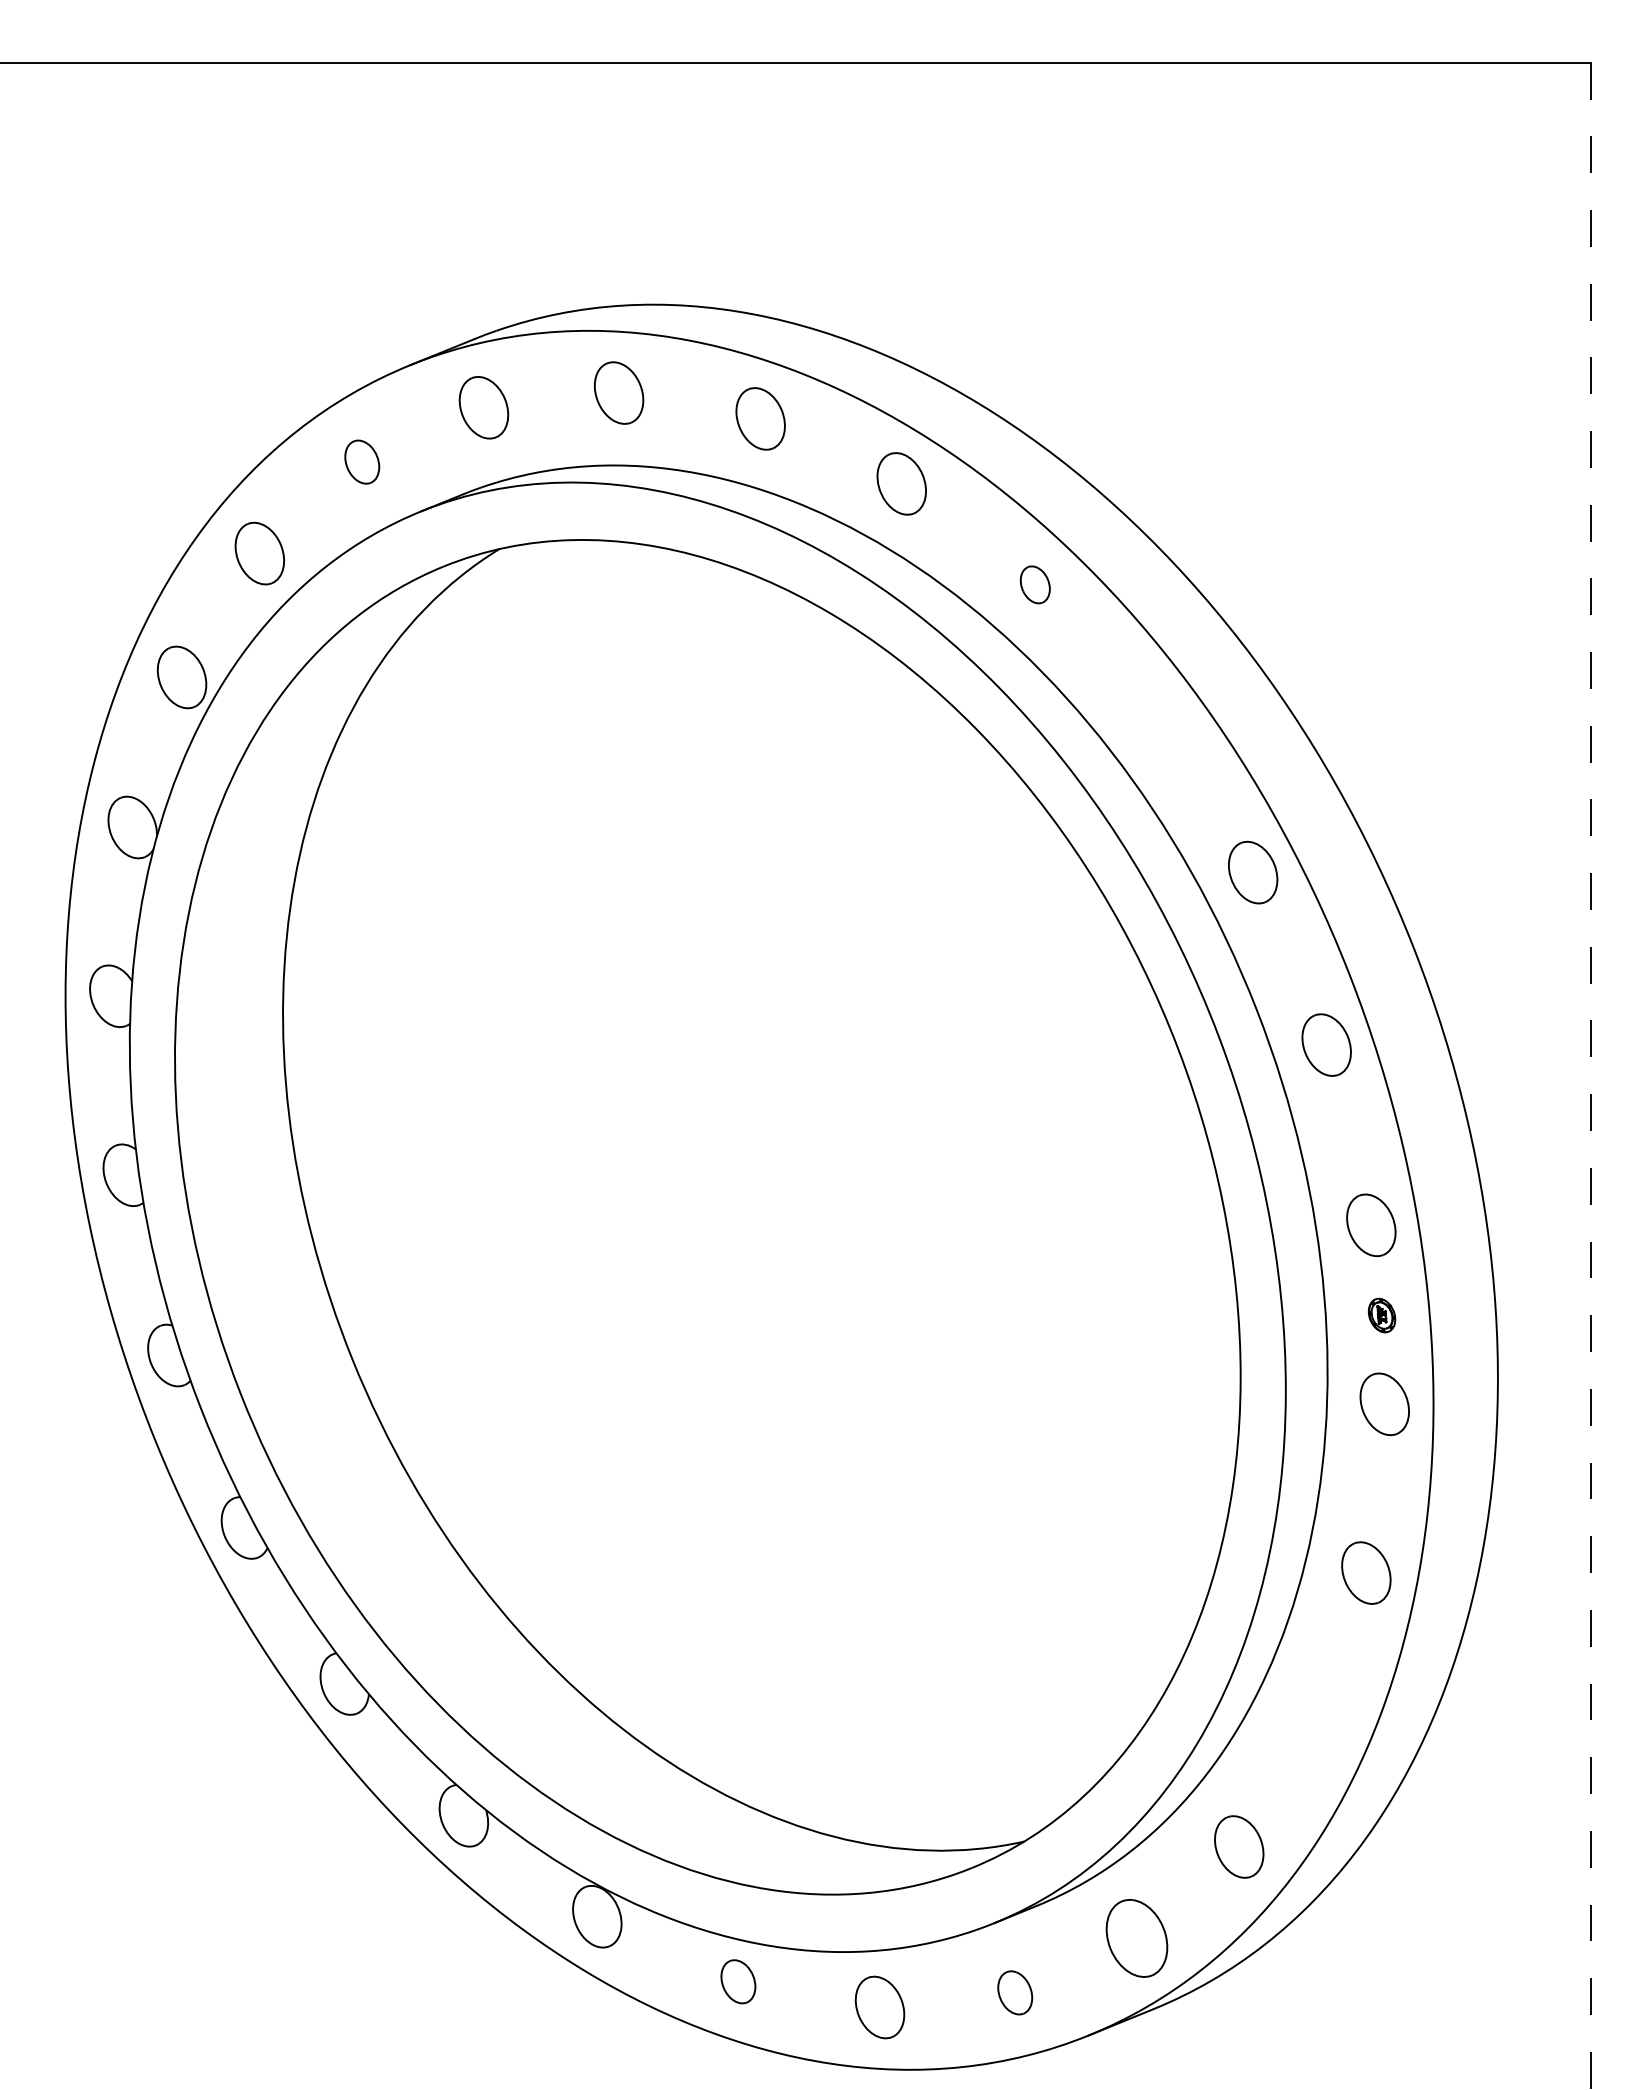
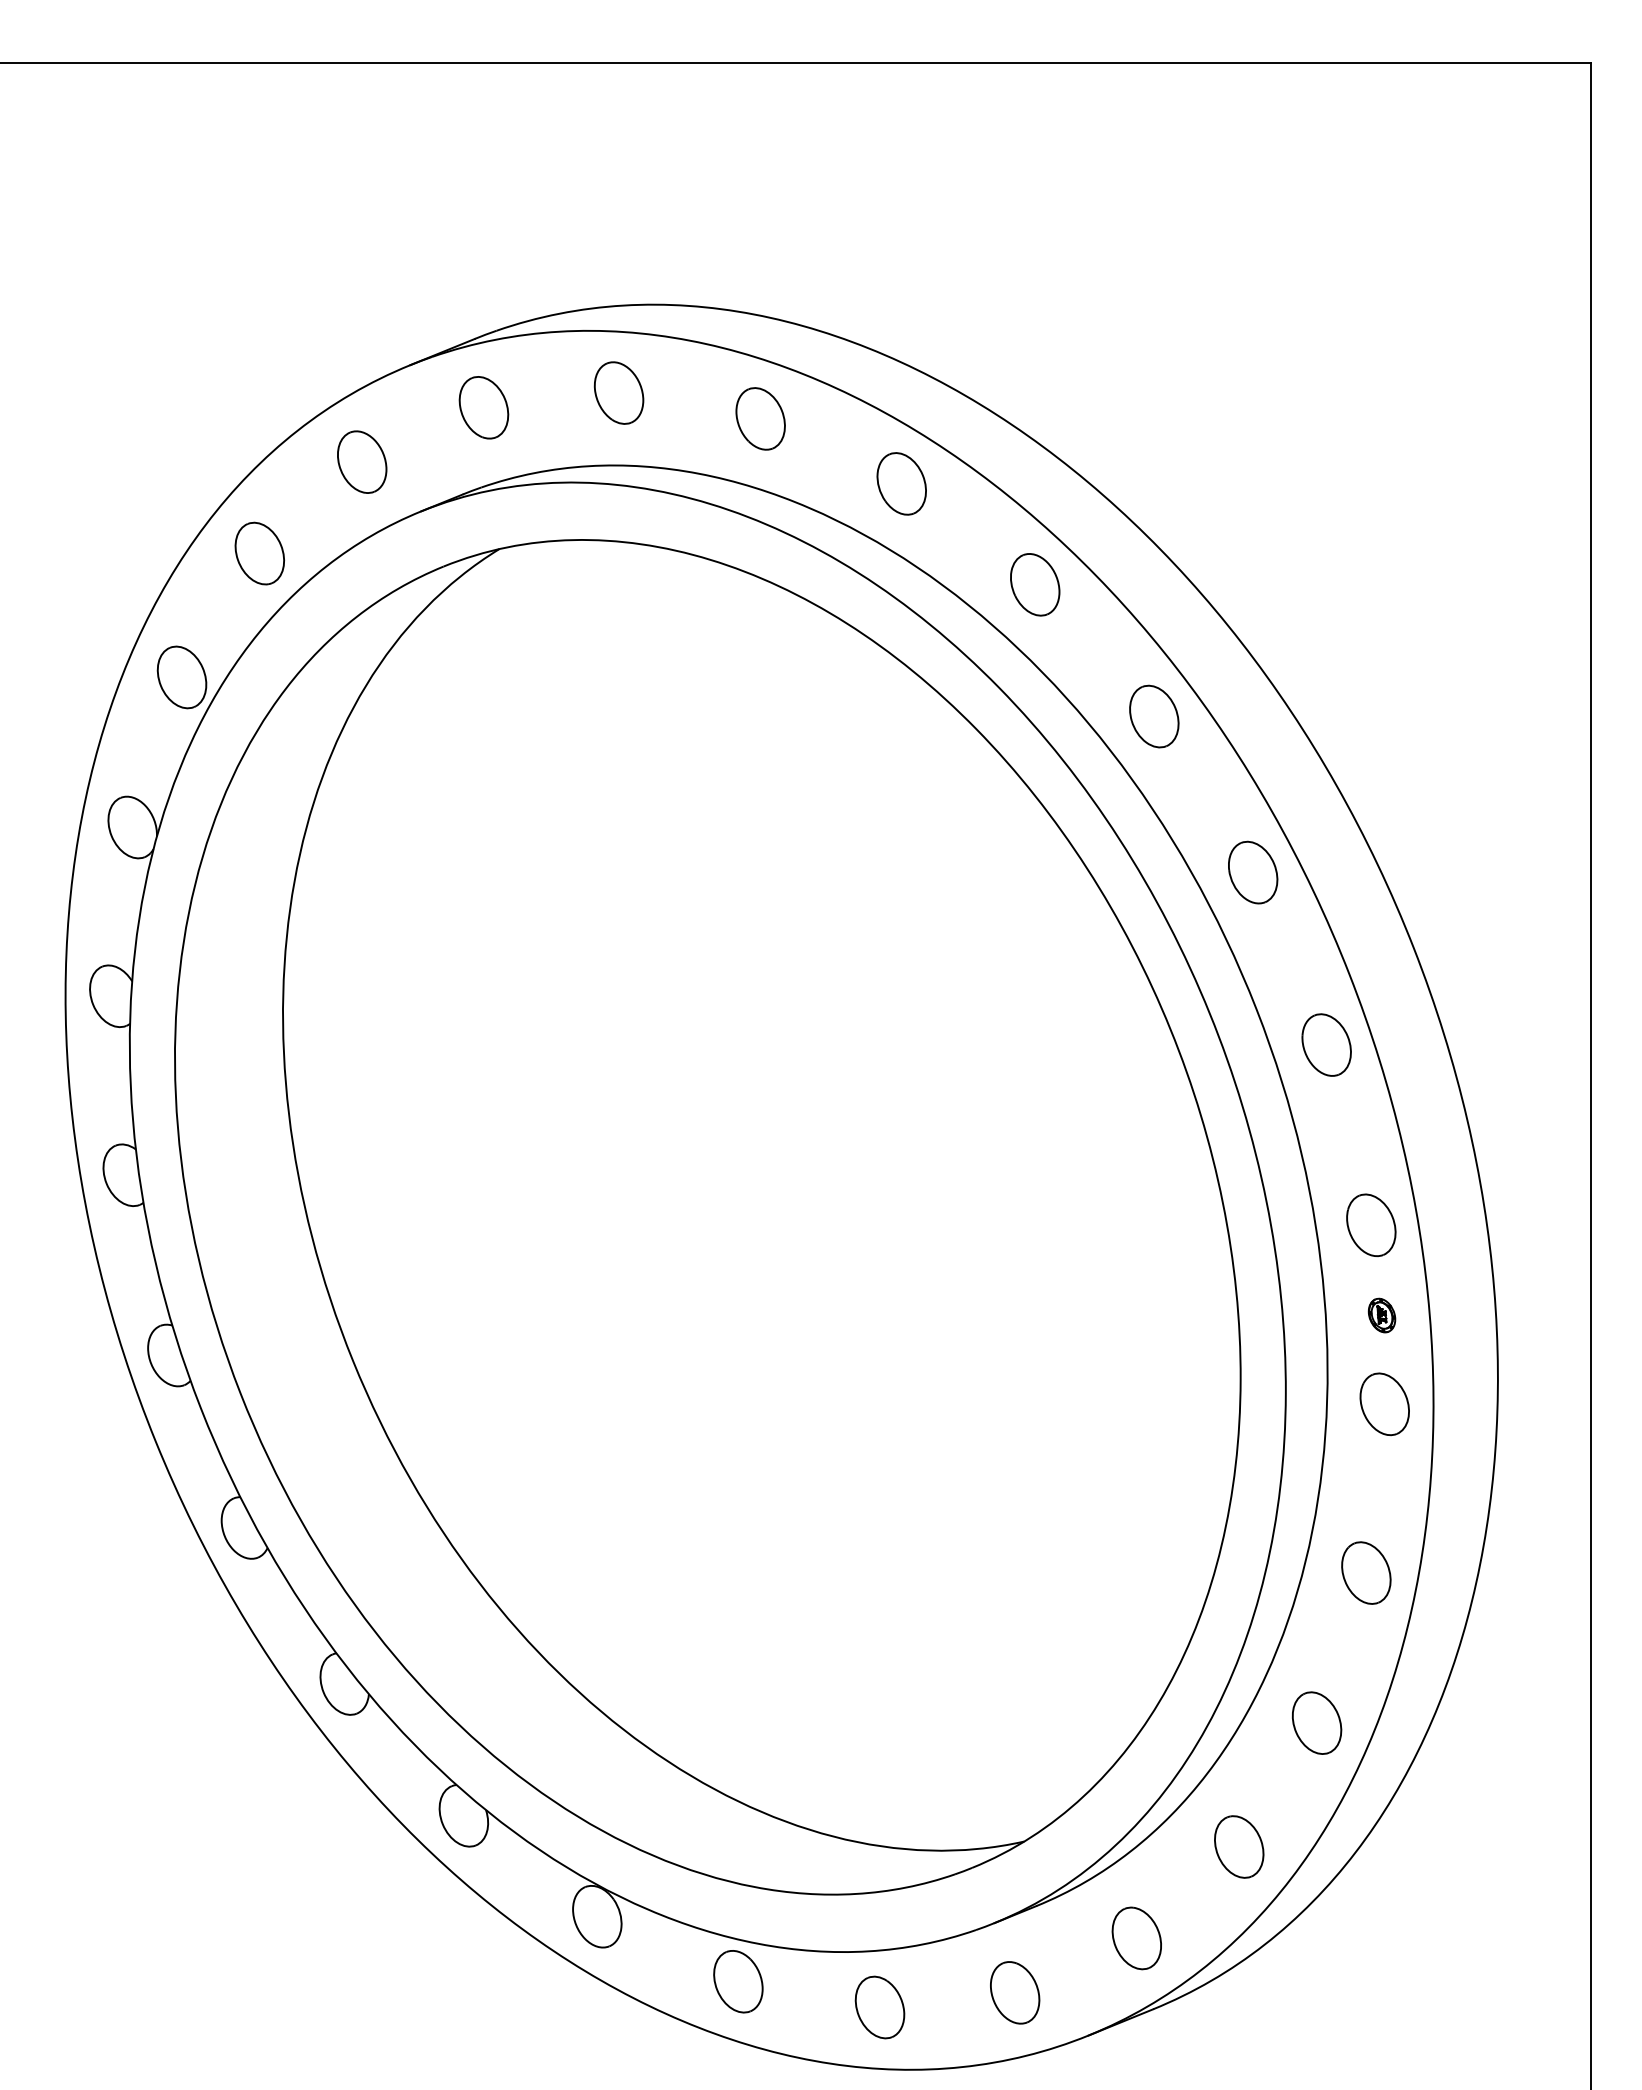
part at (362, 461) size: 37x46 px -> 51x64 px
part at (1034, 584) size: 32x40 px -> 51x64 px
part at (1154, 716): none -> present
line at (1590, 1076): dashed -> solid
part at (1316, 1722): none -> present
part at (1136, 1938) size: 64x79 px -> 51x65 px
part at (738, 1981) size: 37x46 px -> 51x64 px
part at (1015, 1992) size: 37x46 px -> 51x64 px
